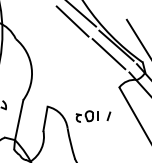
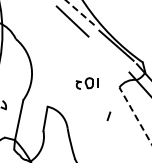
line at (81, 13): solid -> dashed
line at (137, 36): present -> none
line at (108, 54): present -> none
part at (86, 116) position: (86, 116) -> (86, 83)
line at (135, 116): solid -> dashed
